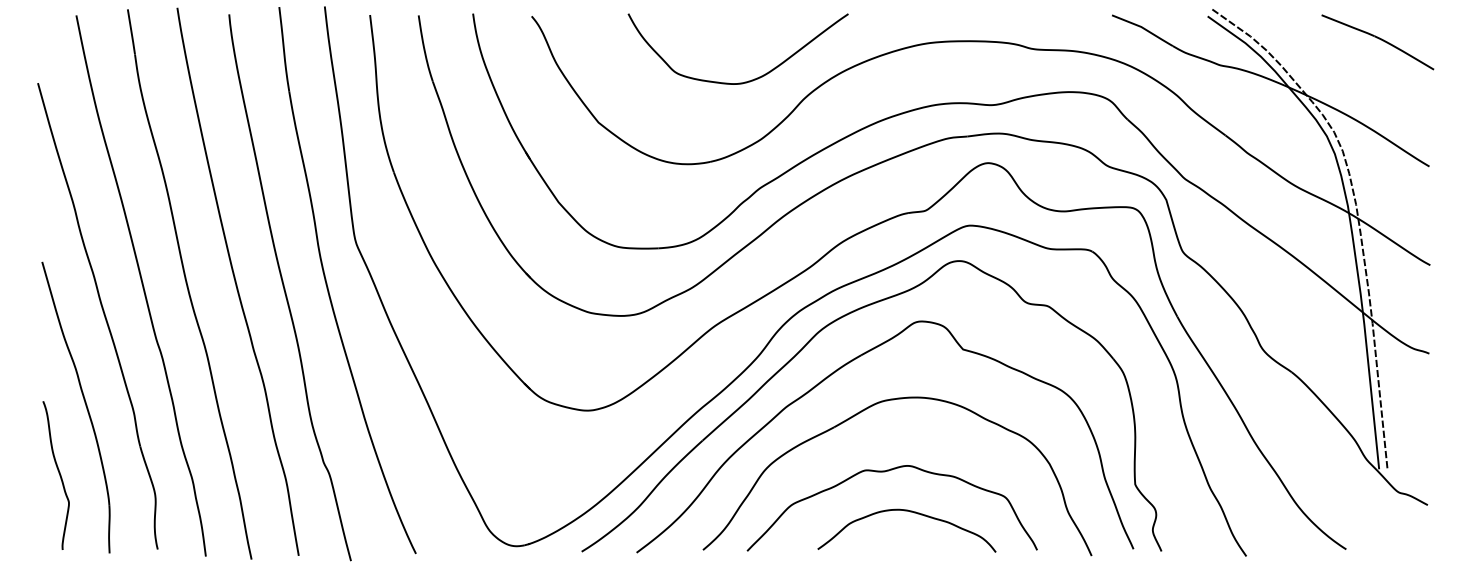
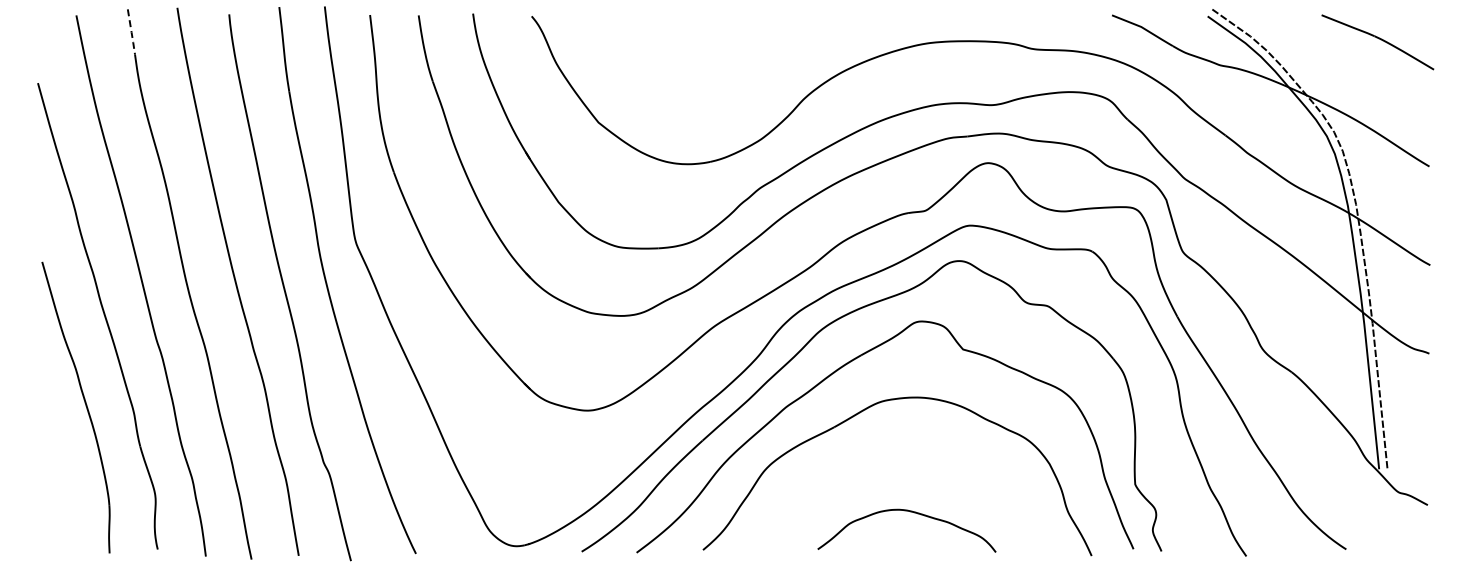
line at (131, 32): solid -> dashed
curve at (744, 81): present -> none
part at (885, 472): present -> none
curve at (58, 473): present -> none
